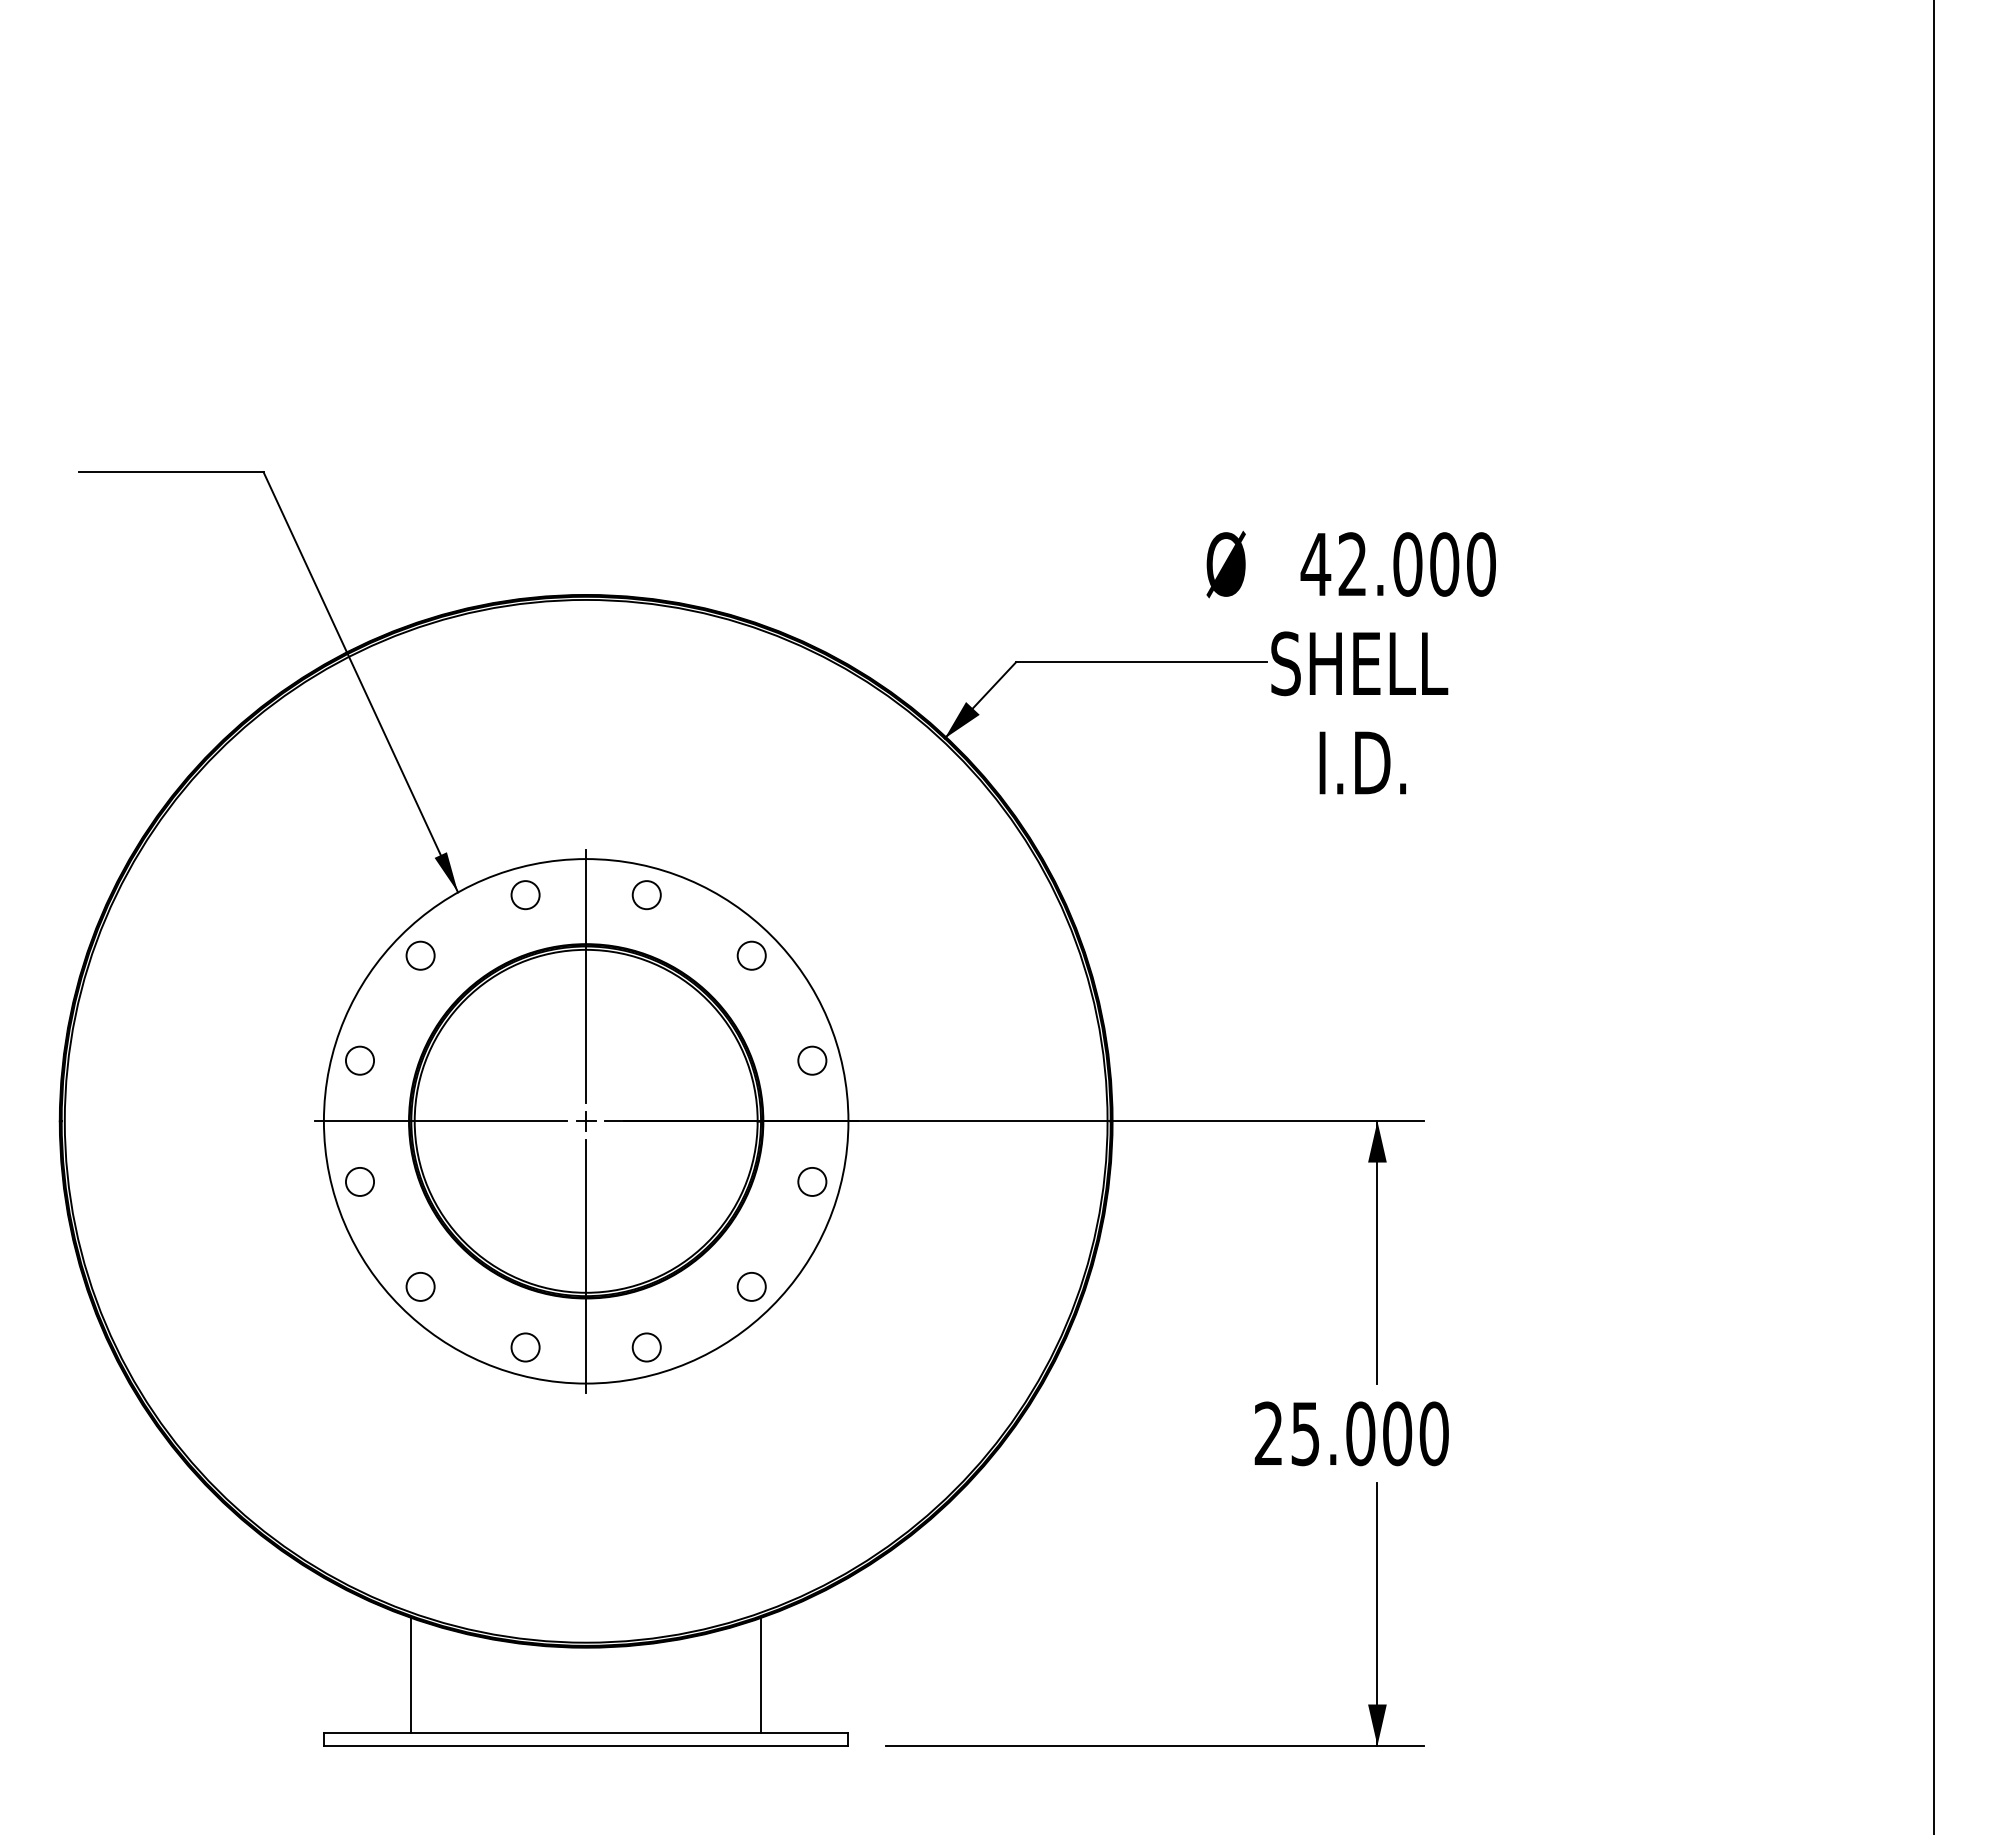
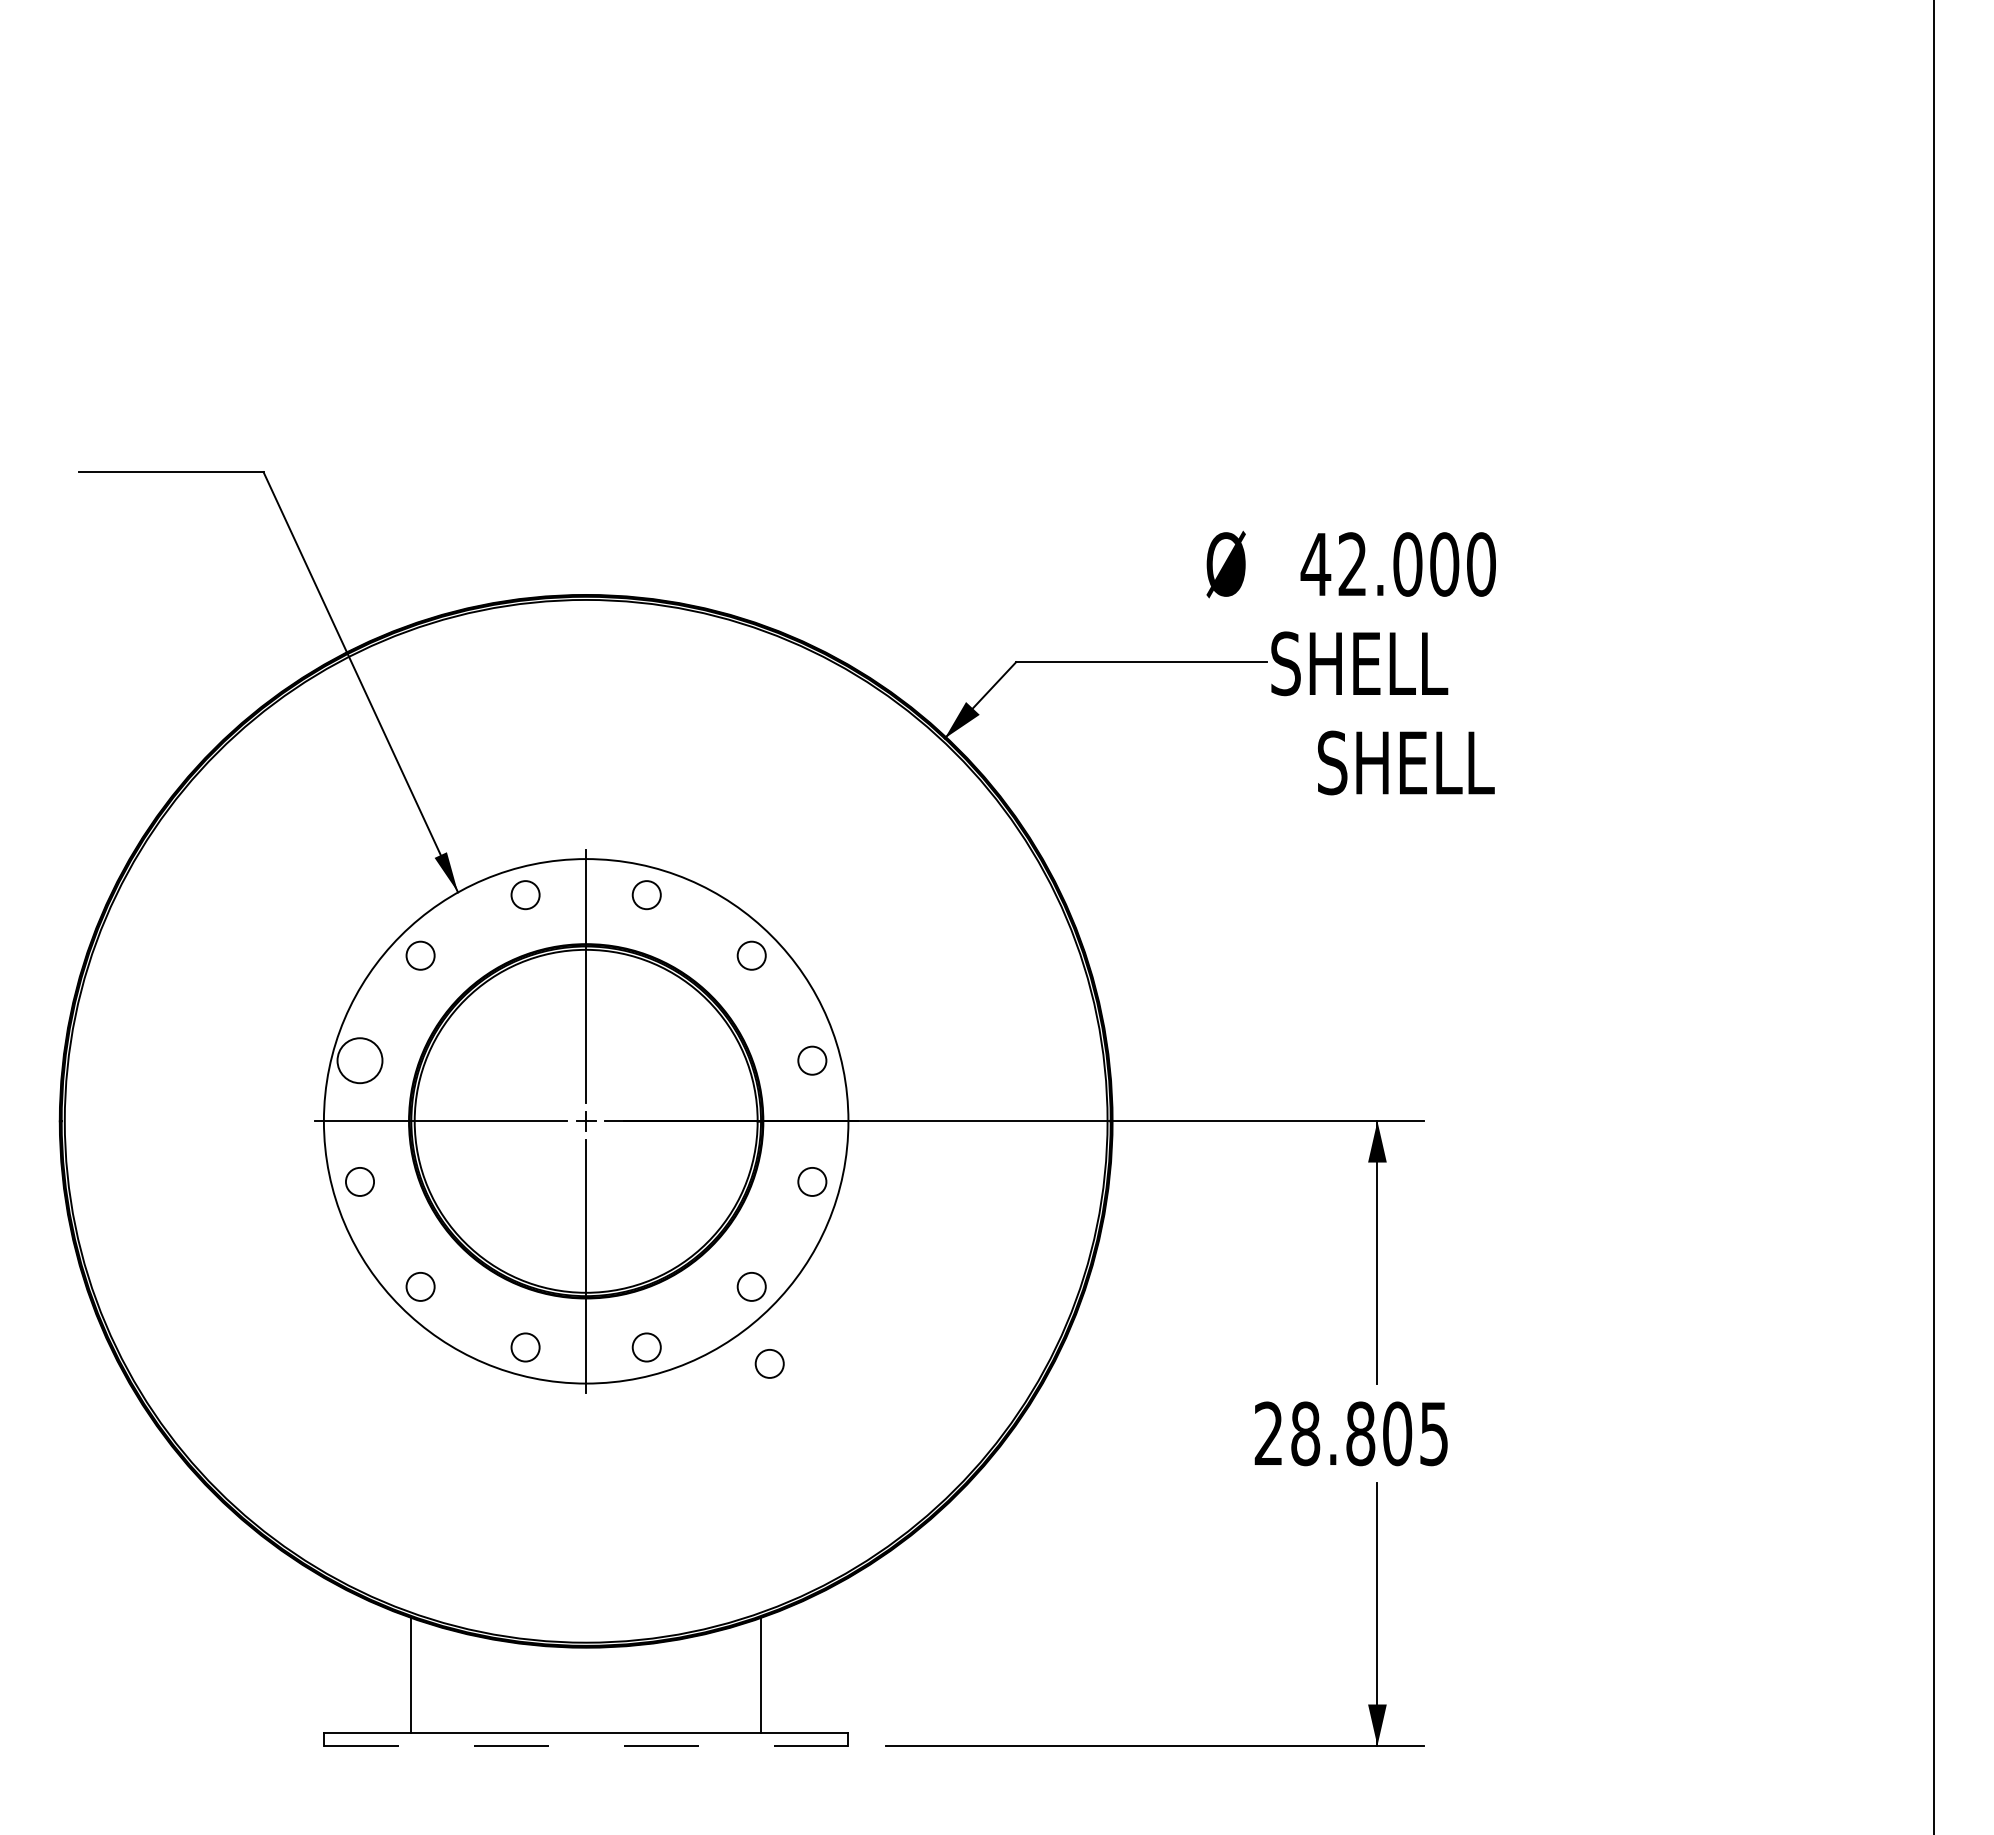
text at (1406, 762): I.D. -> SHELL
circle at (359, 1060) diameter: 28 px -> 45 px
circle at (769, 1363): none -> present
text at (1369, 1433): 25.000 -> 28.805
line at (585, 1745): solid -> dashed
